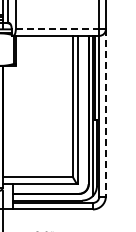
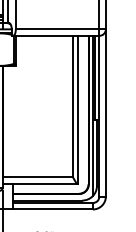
line at (57, 29): dashed -> solid
line at (105, 112): dashed -> solid
